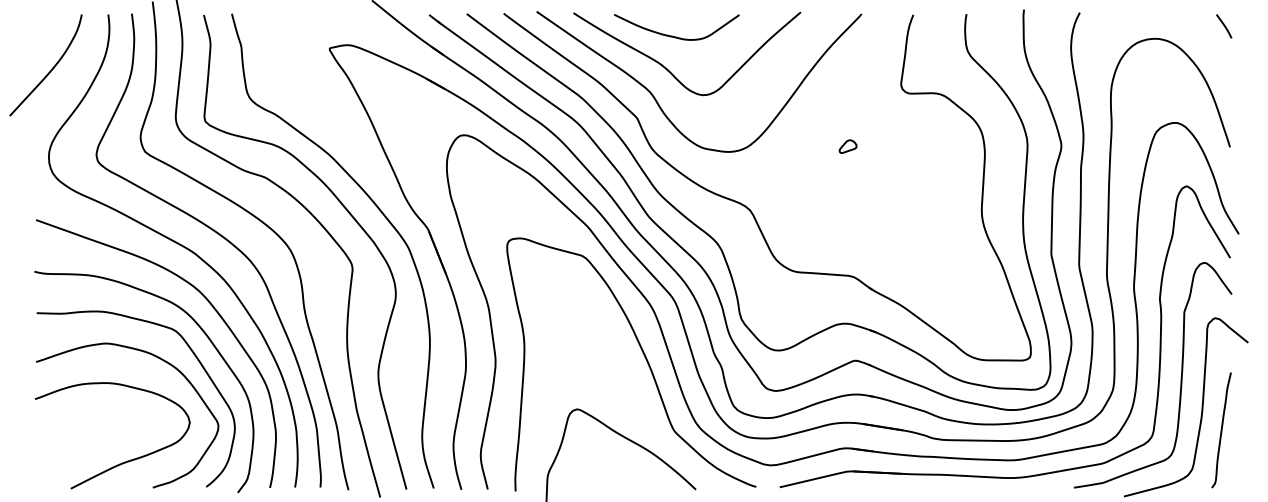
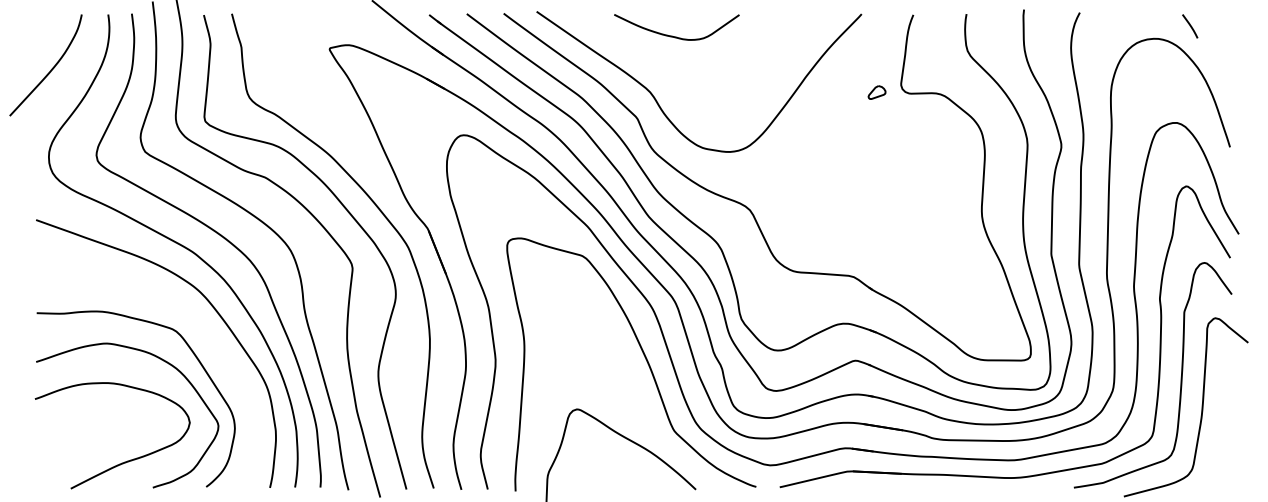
line at (1224, 26) position: (1224, 26) -> (1190, 26)
curve at (669, 70): present -> none
part at (847, 146) position: (847, 146) -> (876, 92)
curve at (204, 334): present -> none
curve at (1221, 430): present -> none
